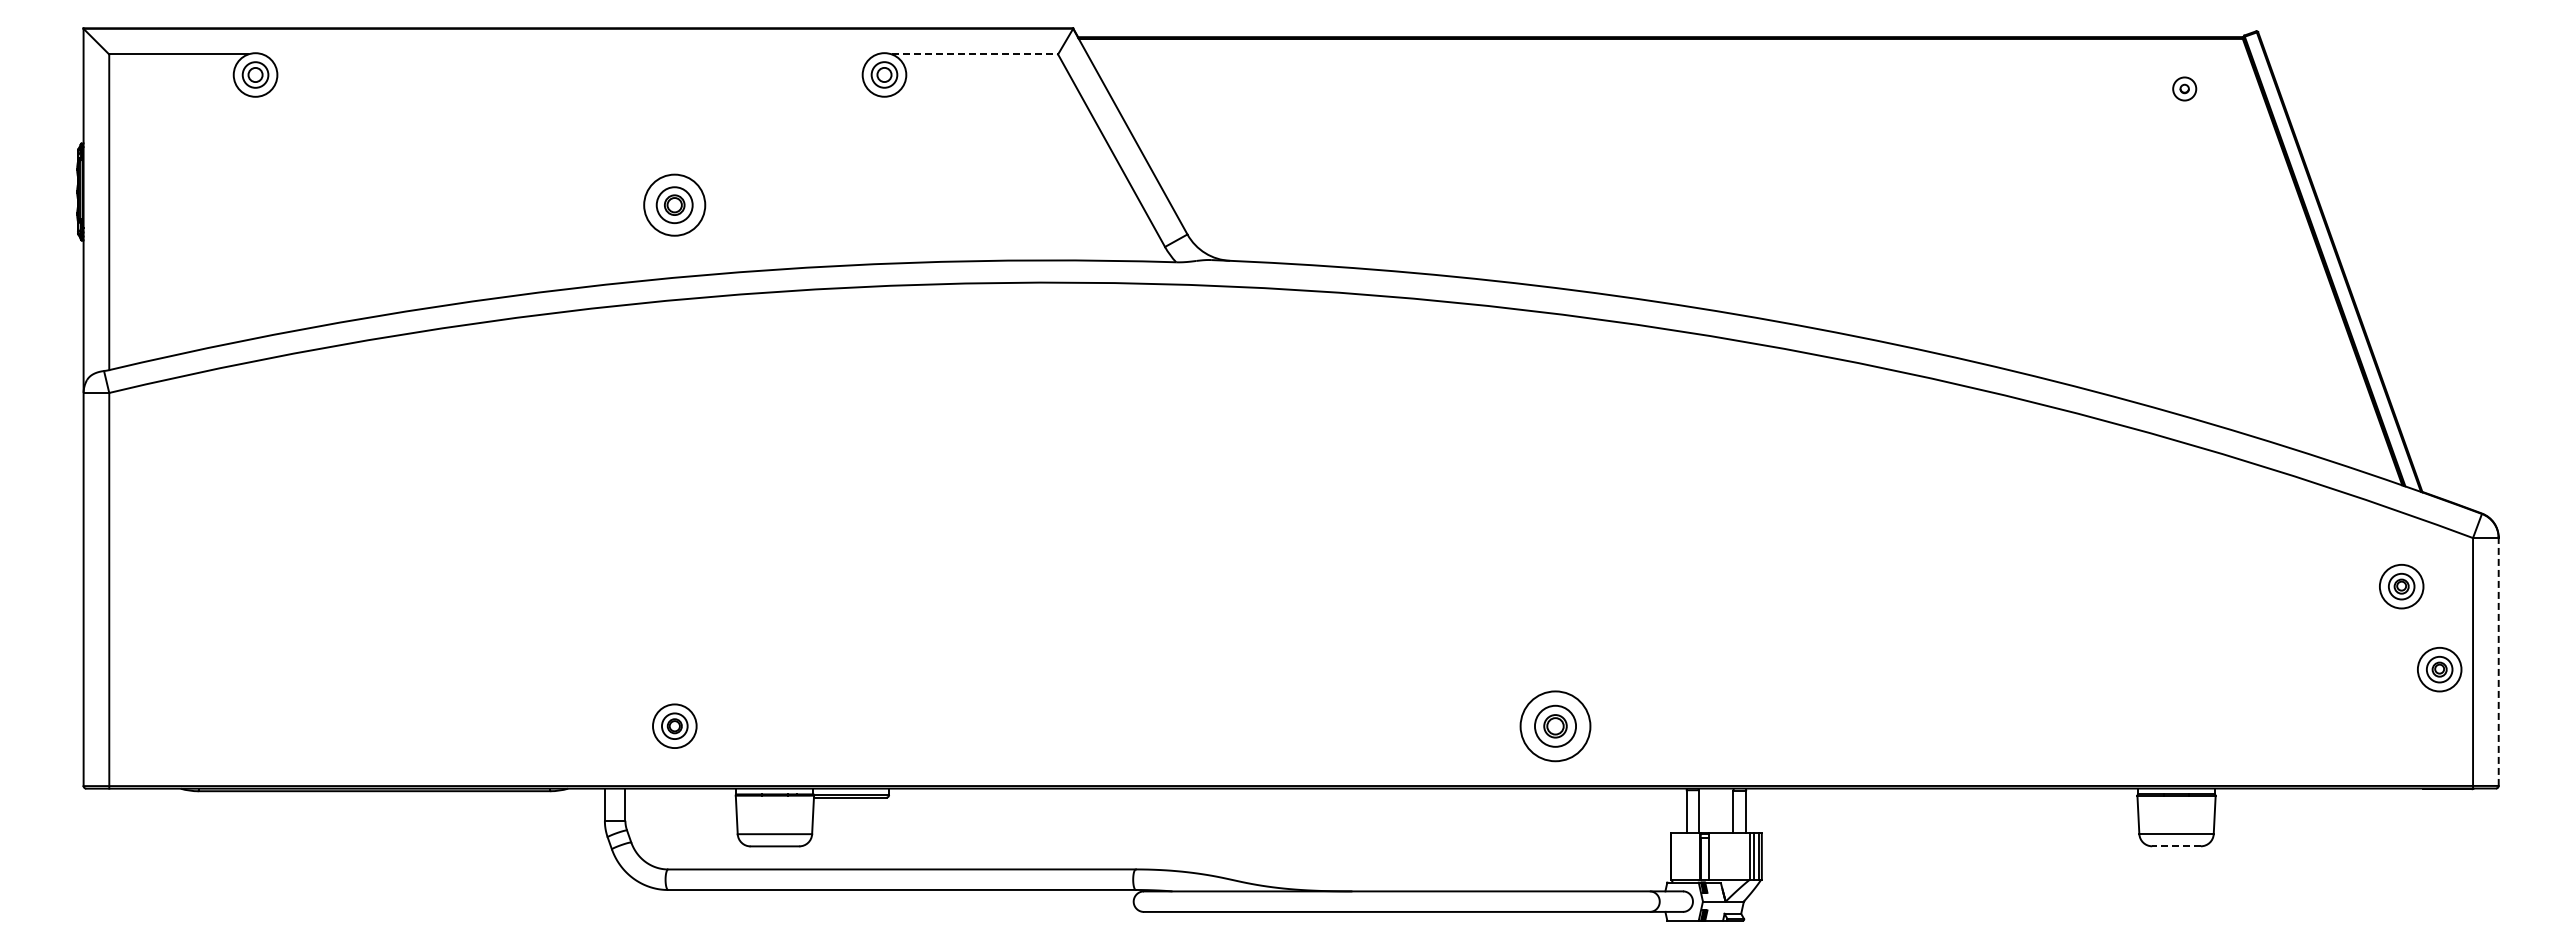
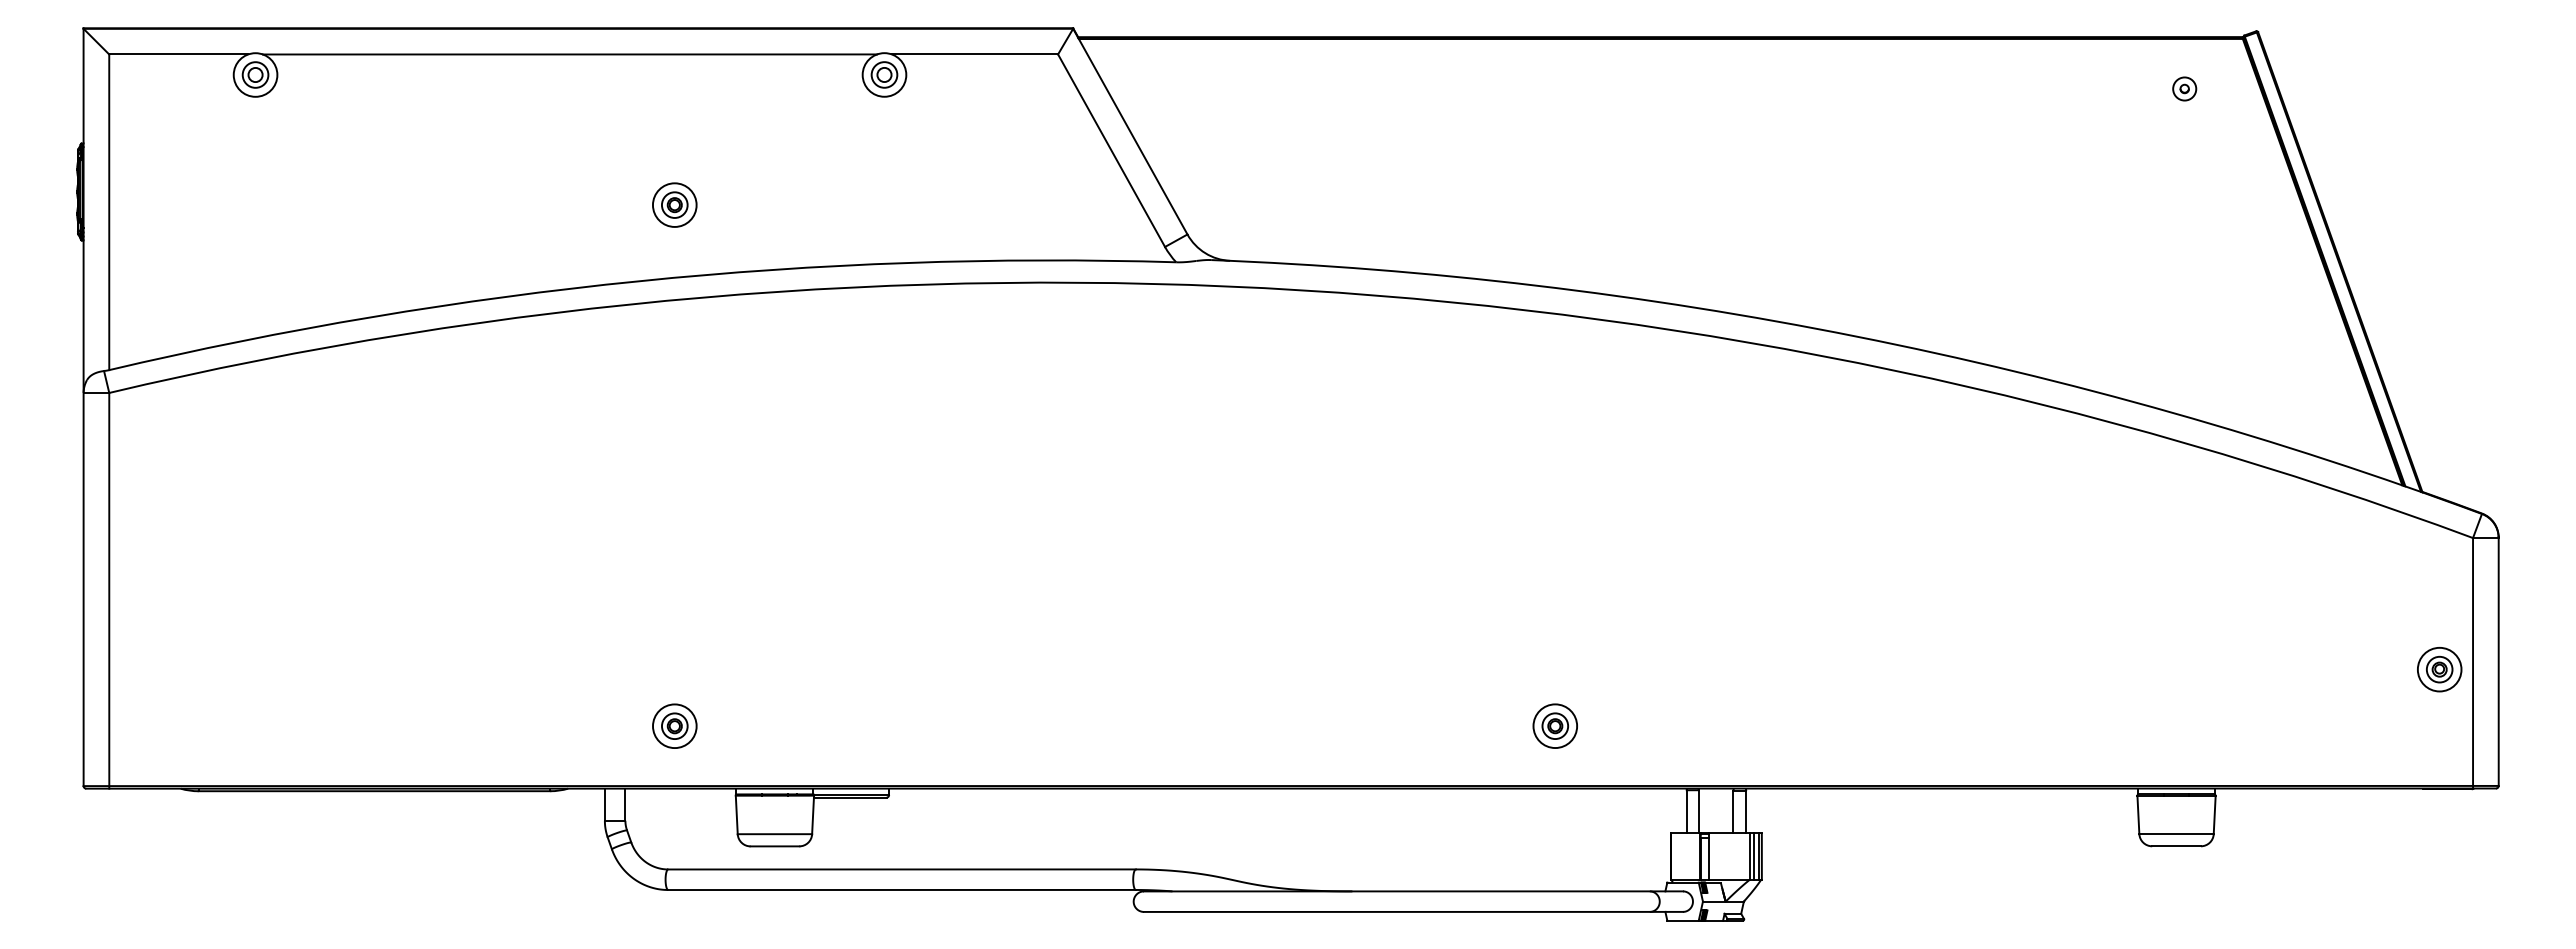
line at (569, 54): none -> present
line at (975, 54): dashed -> solid
part at (674, 204) size: 64x64 px -> 46x46 px
part at (2401, 586): present -> none
line at (2498, 661): dashed -> solid
part at (1555, 726) size: 73x73 px -> 46x46 px
line at (2176, 846): dashed -> solid
